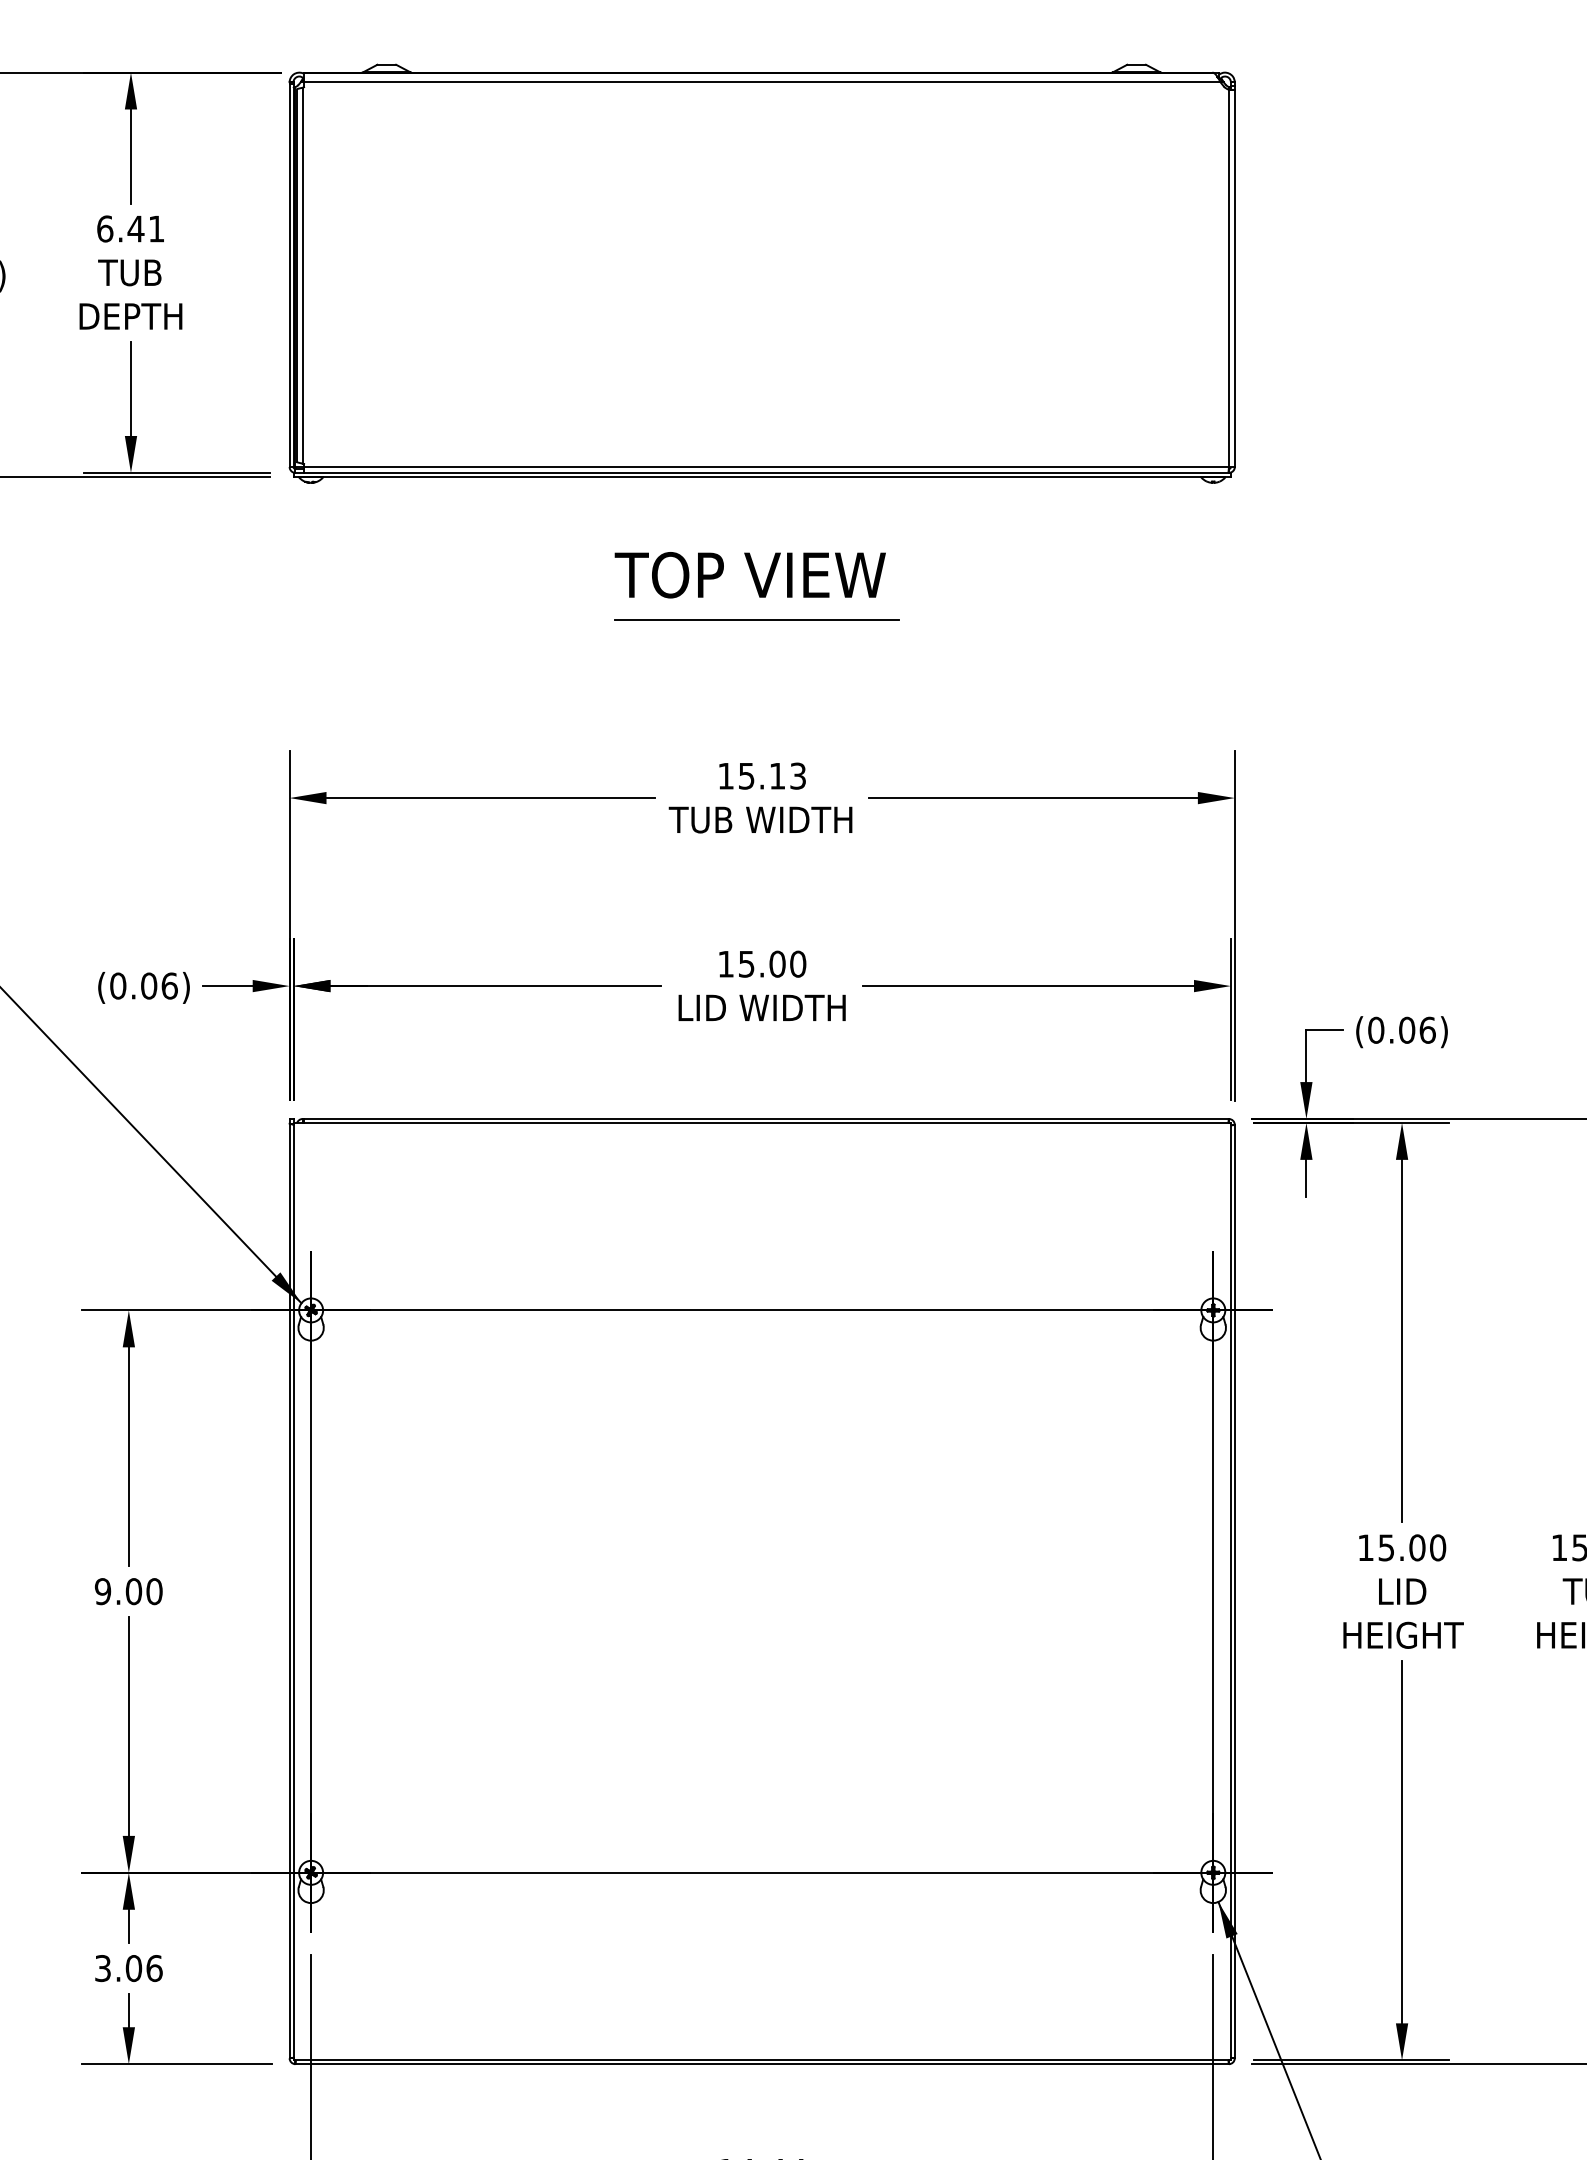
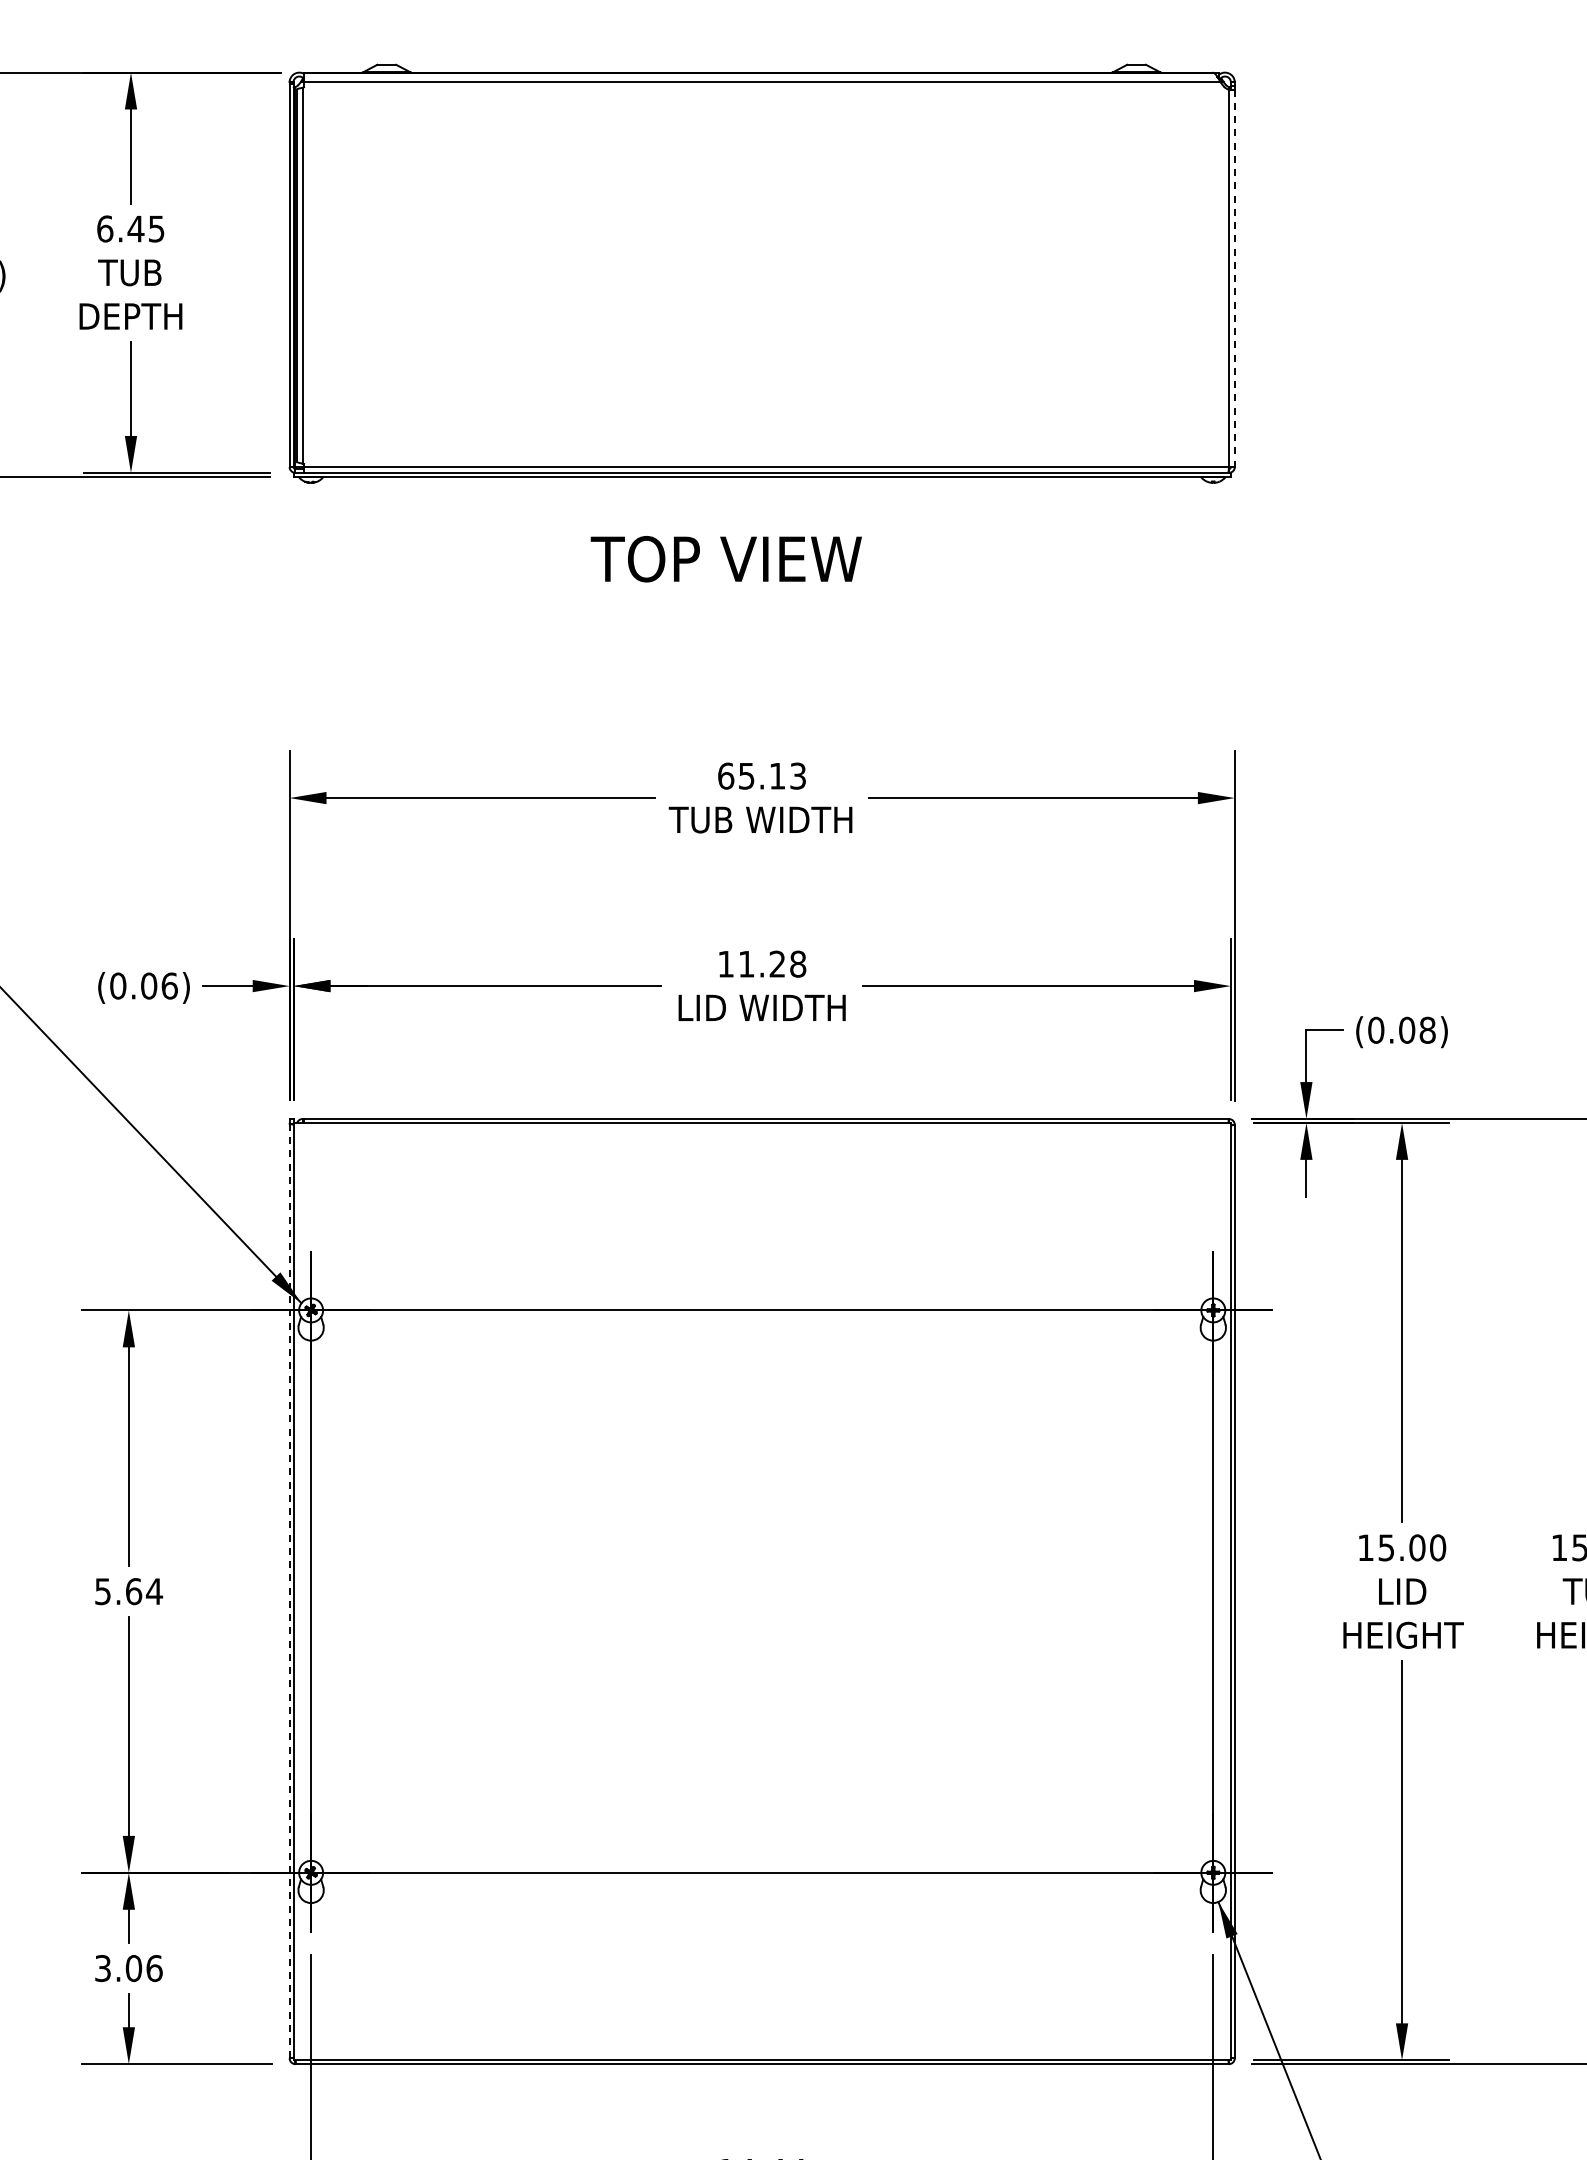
text at (156, 228): 6.41 -> 6.45
line at (1234, 278): solid -> dashed
text at (749, 575) position: (749, 575) -> (725, 559)
line at (756, 619): present -> none
text at (726, 775): 15.13 -> 65.13
text at (772, 963): 15.00 -> 11.28
text at (1427, 1029): (0.06) -> (0.08)
line at (289, 1590): solid -> dashed
text at (128, 1591): 9.00 -> 5.64
